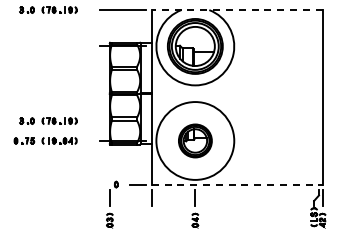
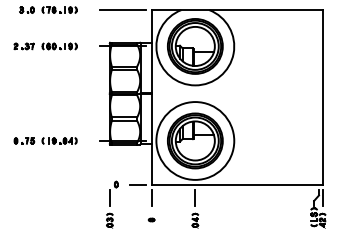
line at (236, 10): dashed -> solid
part at (45, 46): none -> present
part at (48, 120): present -> none
part at (195, 140) size: 35x36 px -> 57x58 px
line at (237, 184): dashed -> solid
part at (151, 219): none -> present
